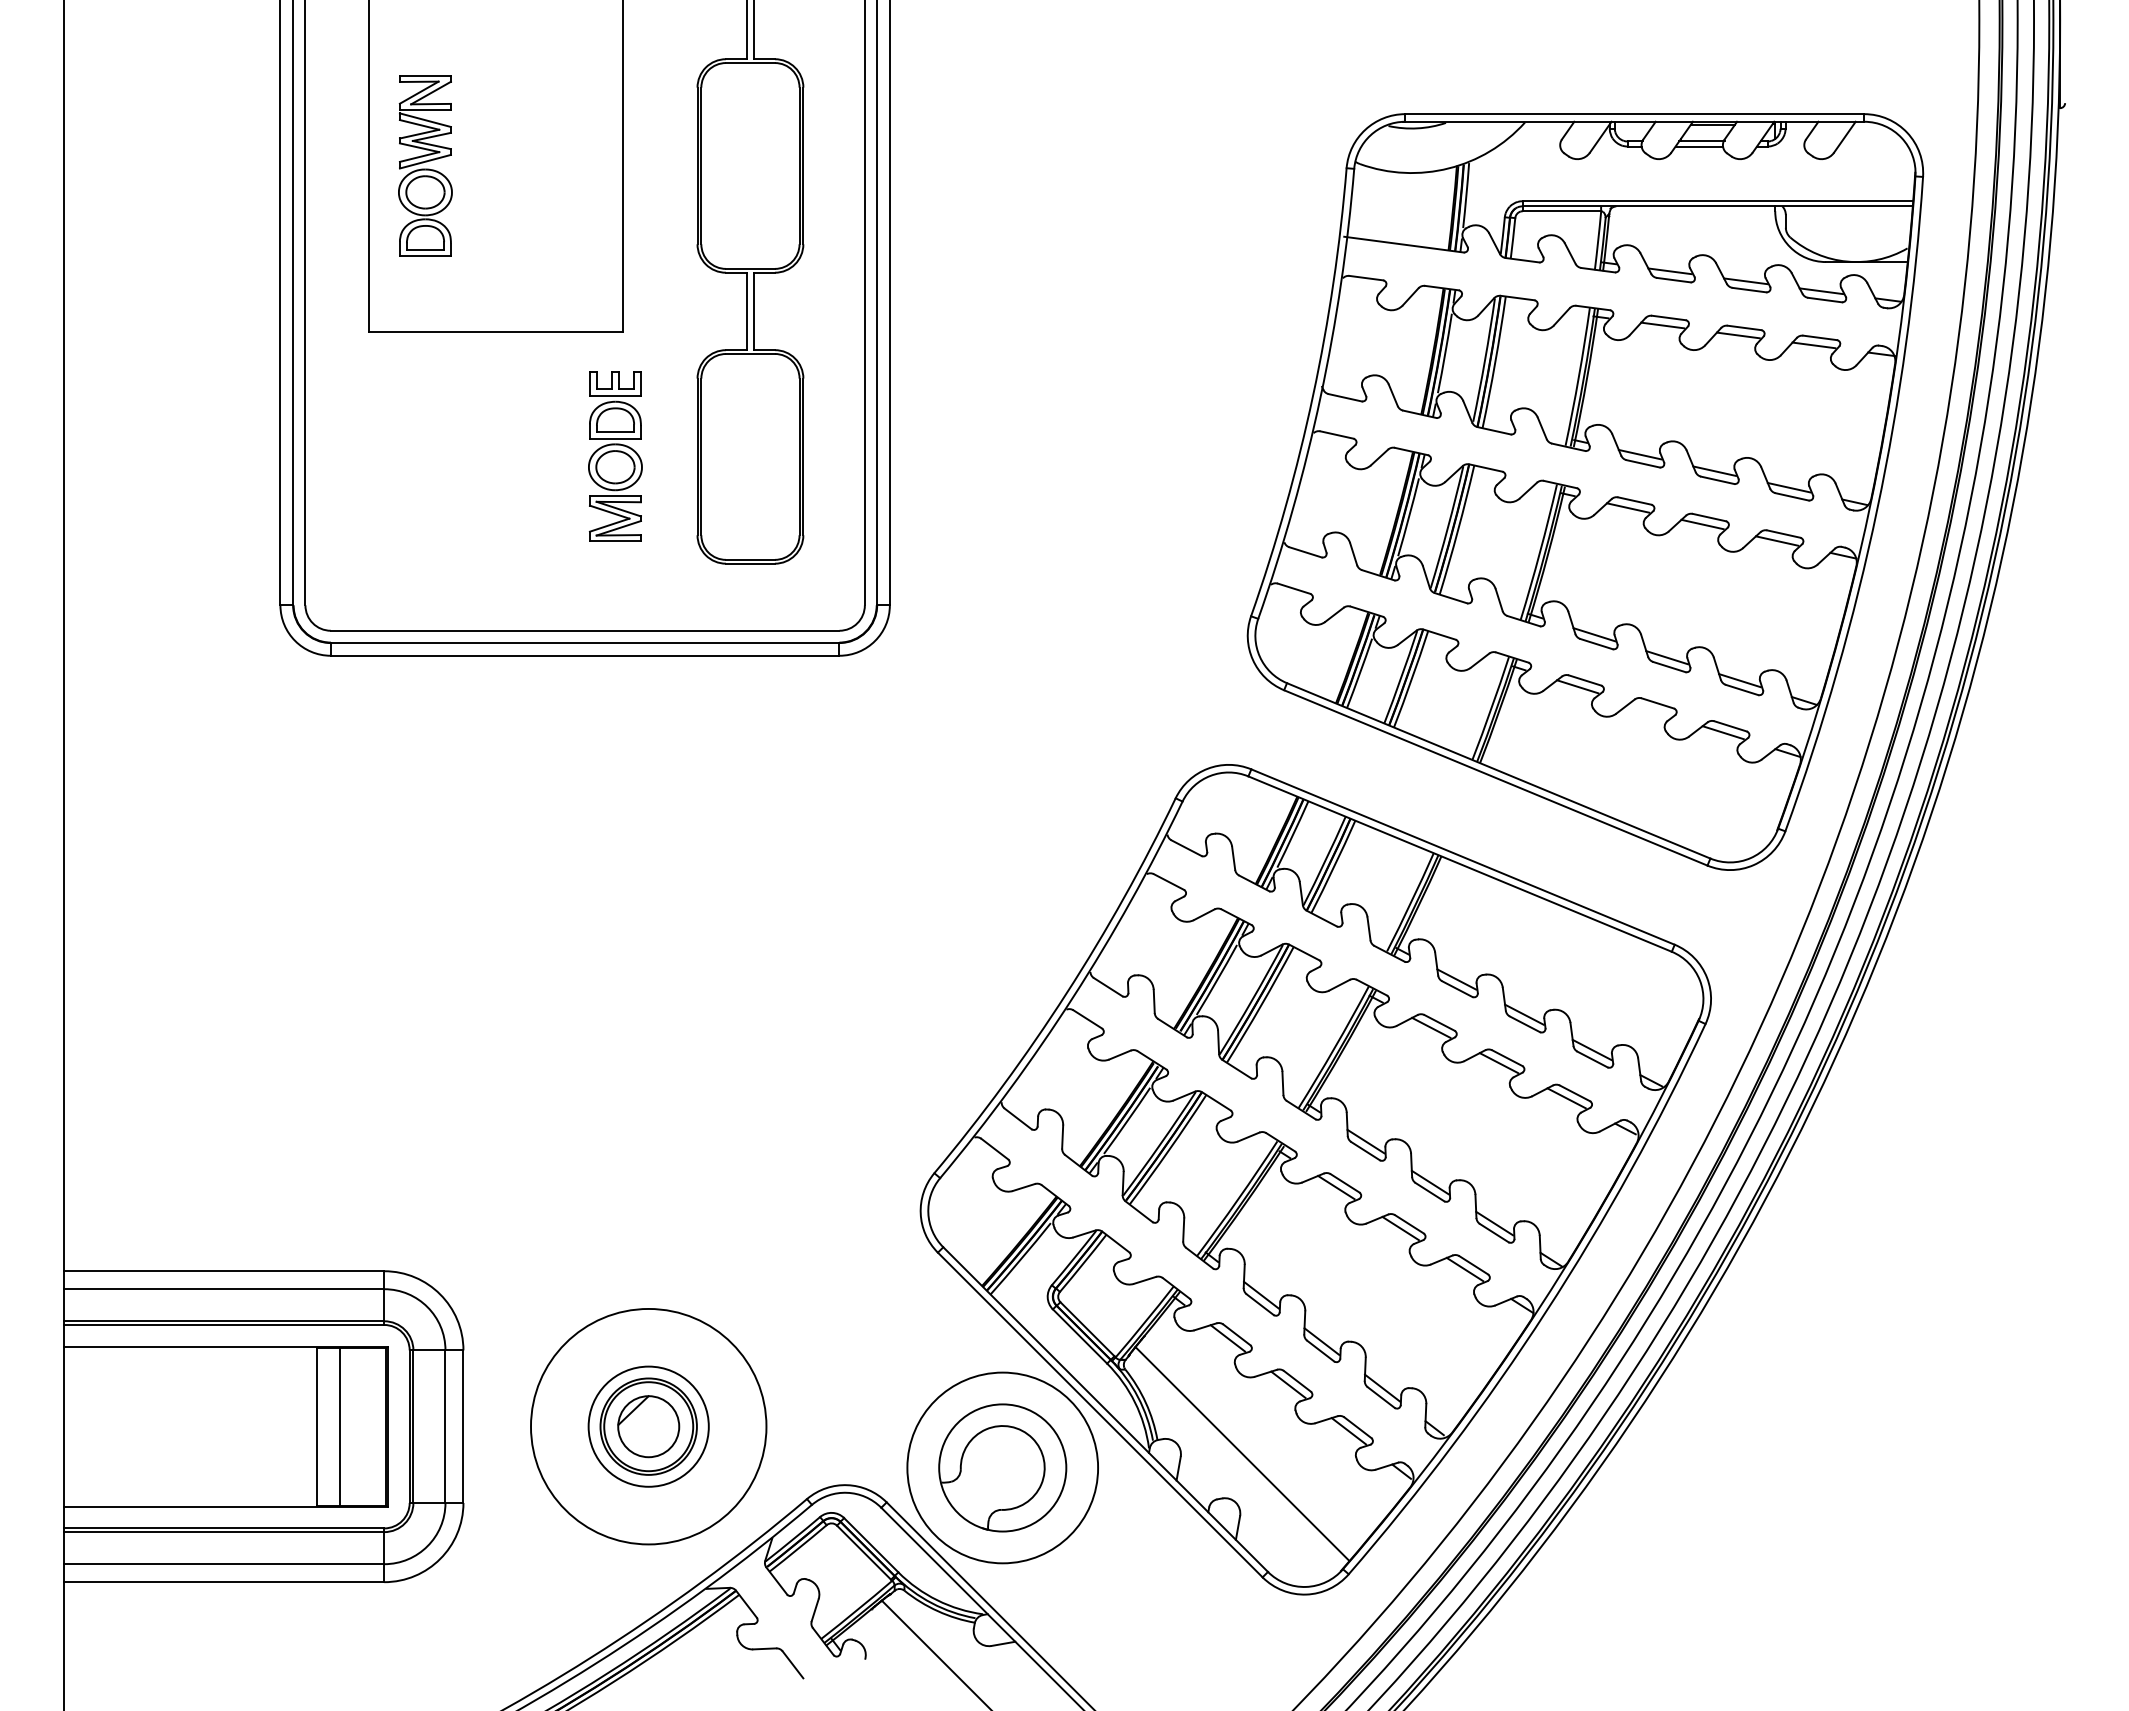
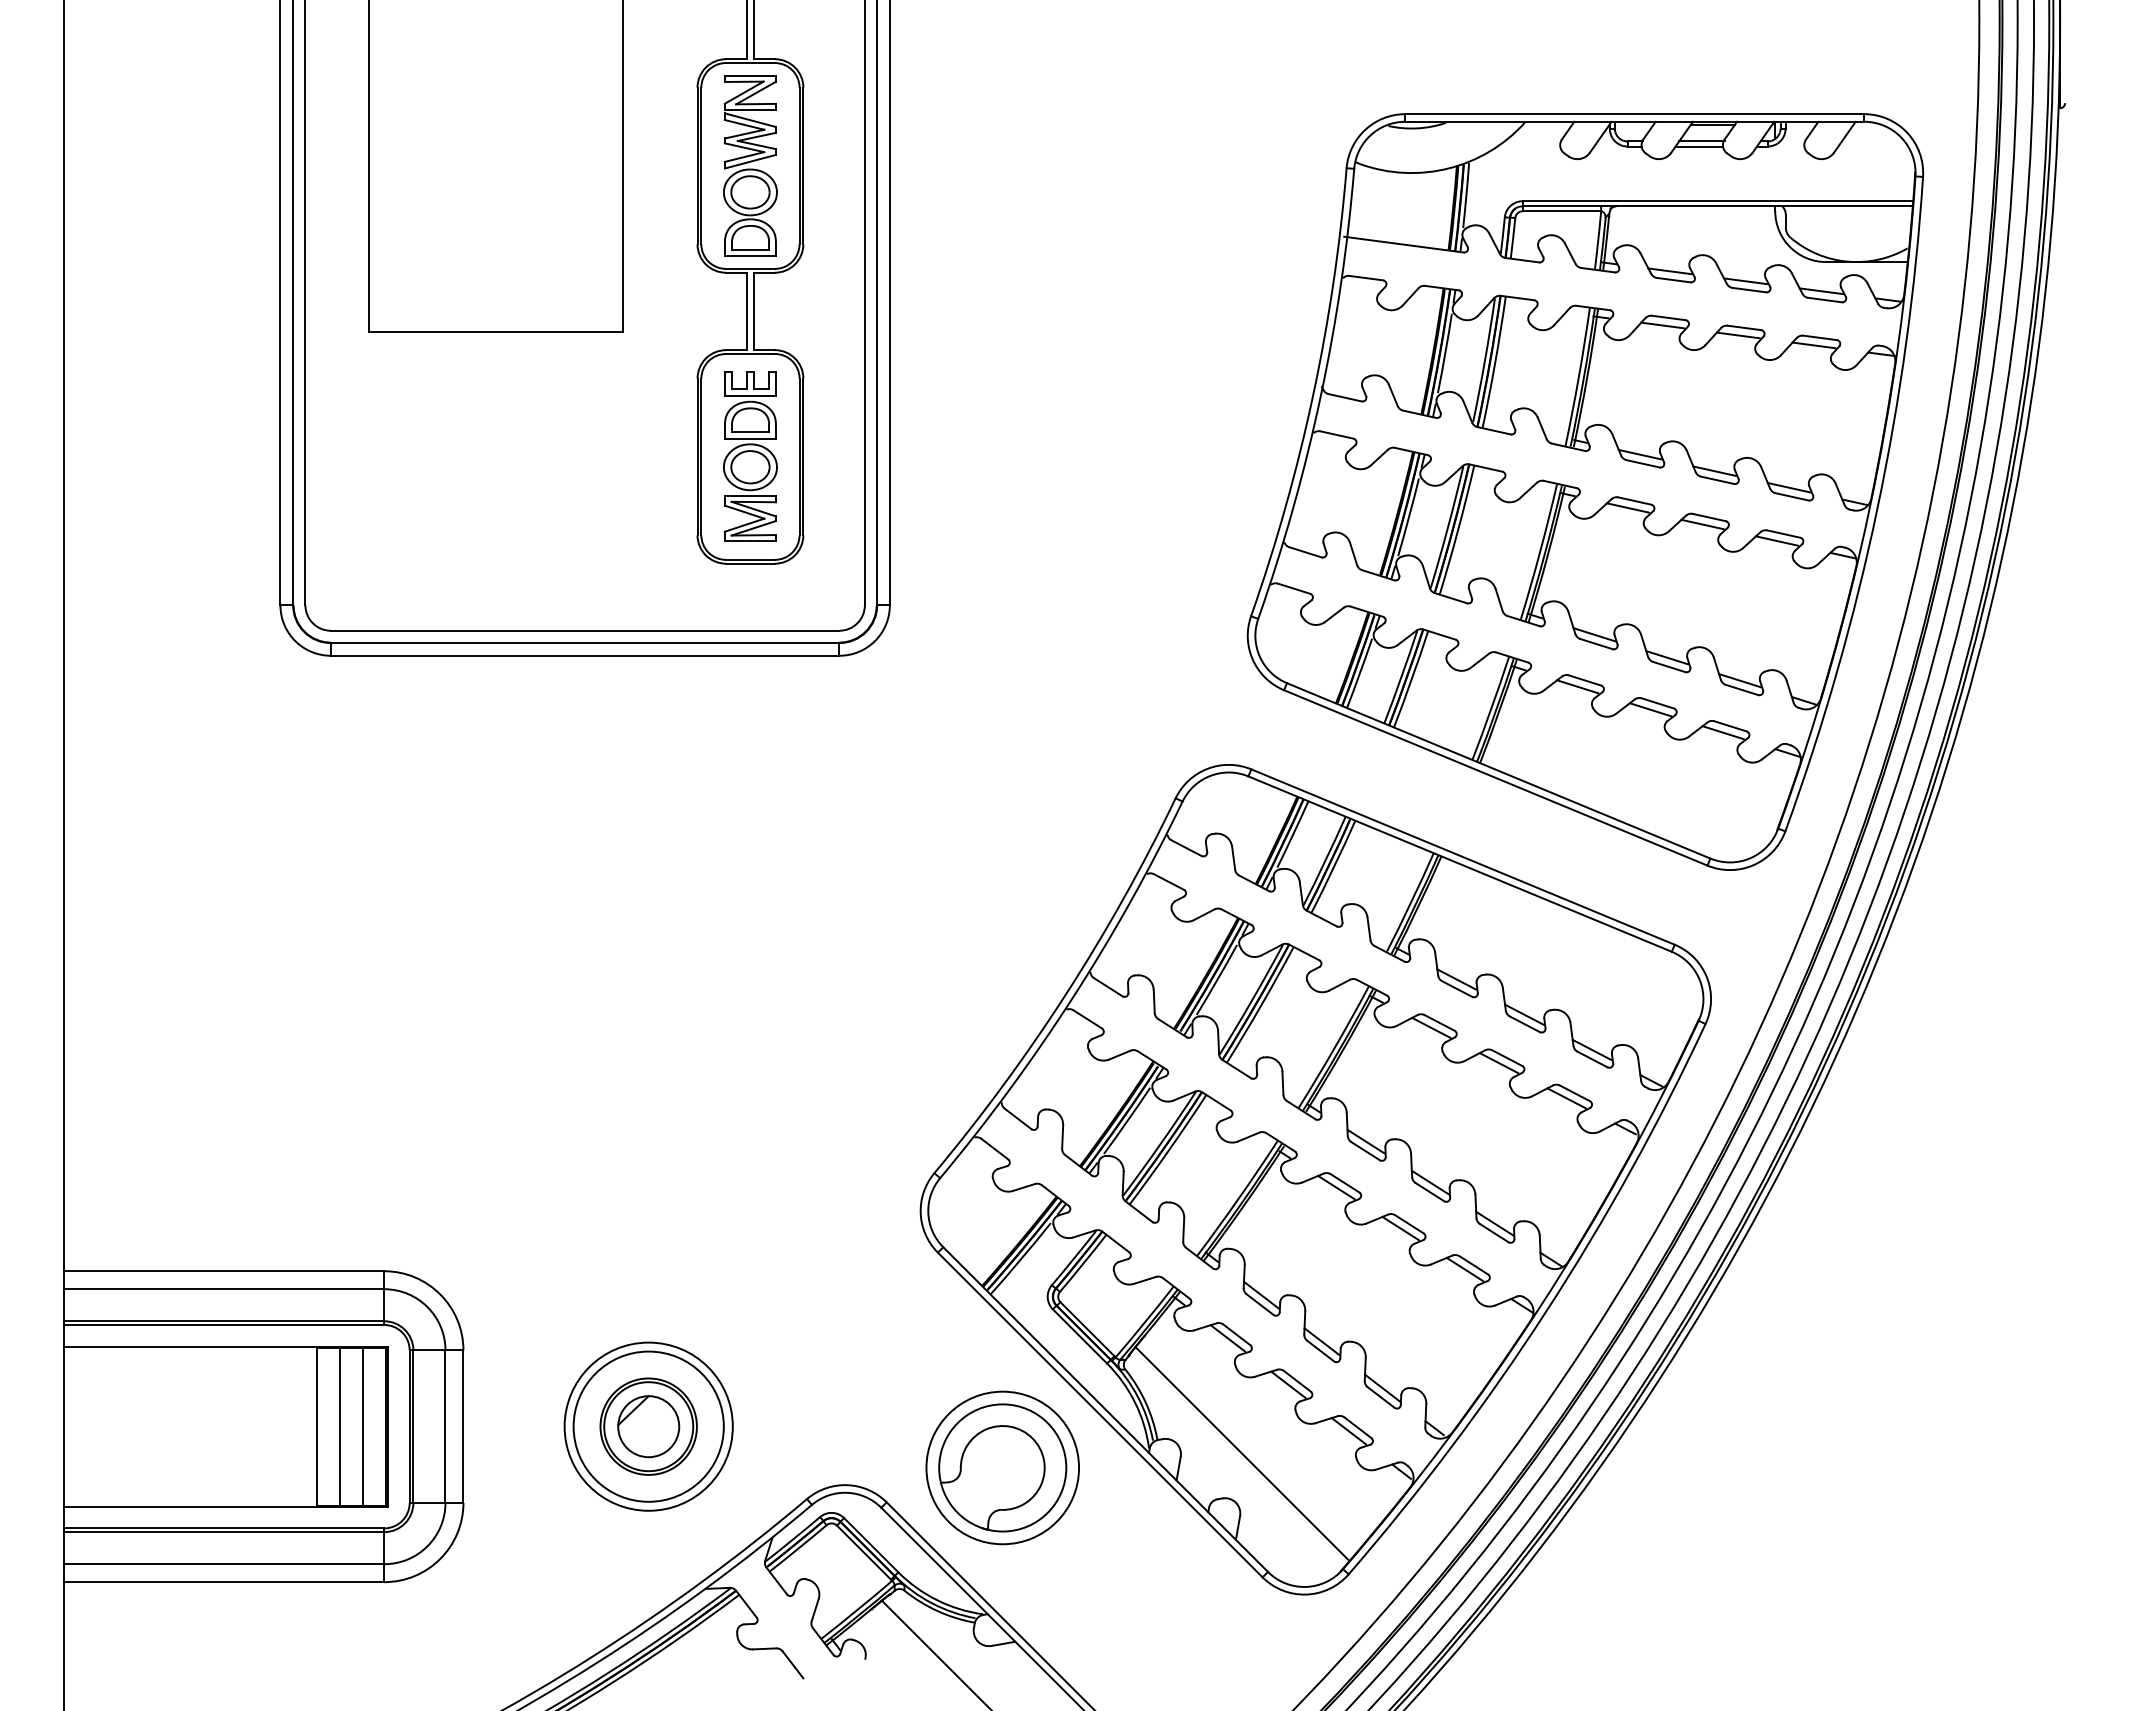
part at (425, 165) position: (425, 165) -> (750, 165)
part at (615, 456) position: (615, 456) -> (750, 456)
line at (1650, 709): none -> present
line at (362, 1426): none -> present
circle at (648, 1426) diameter: 120 px -> 150 px
circle at (648, 1426) diameter: 235 px -> 168 px
circle at (1002, 1467) diameter: 191 px -> 153 px
